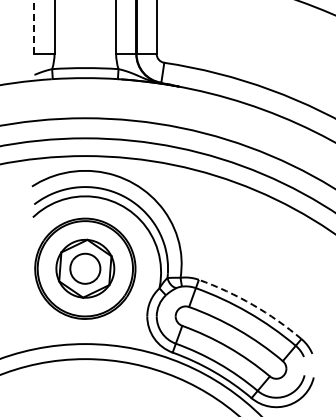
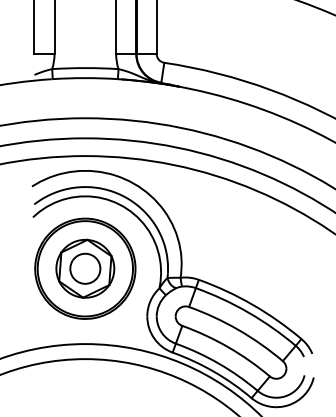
line at (34, 26): dashed -> solid
arc at (252, 304): dashed -> solid
